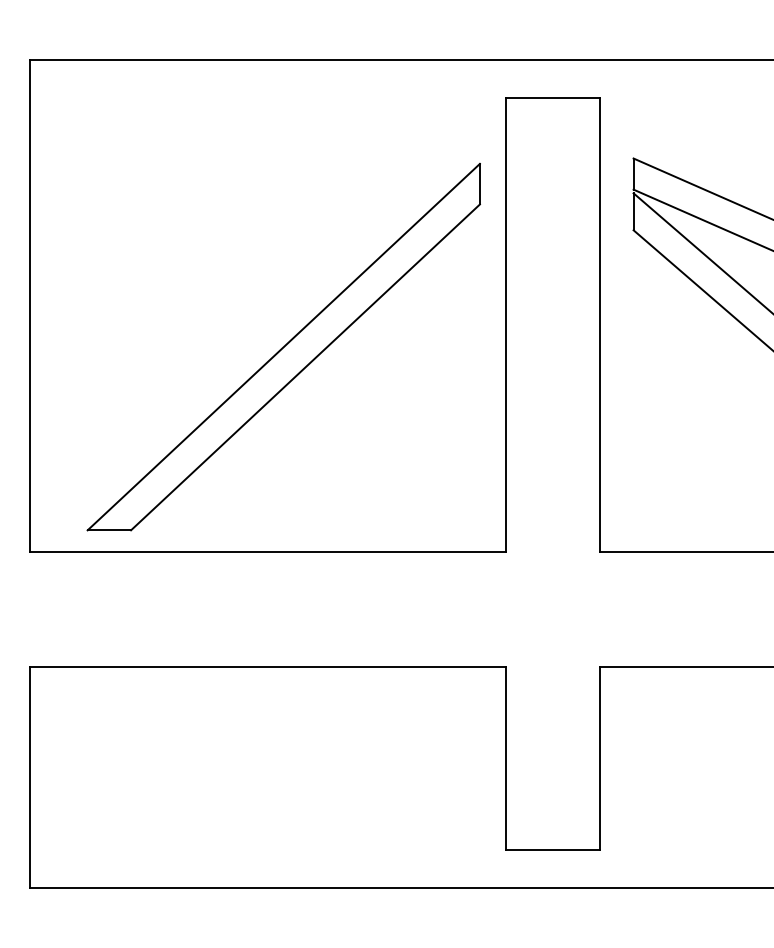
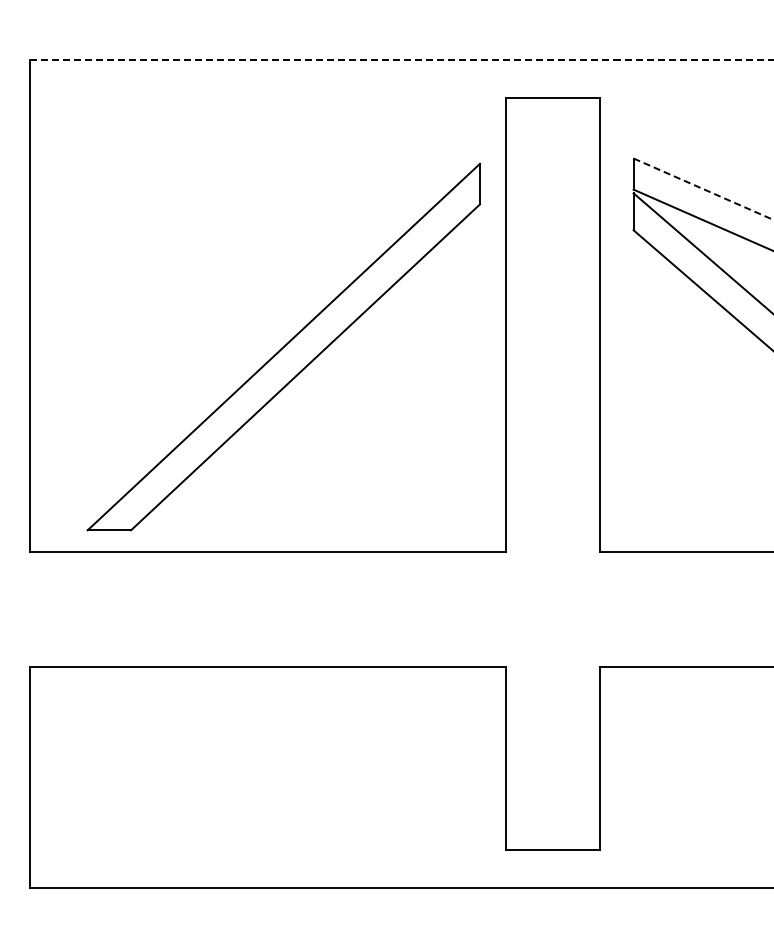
line at (402, 60): solid -> dashed
line at (704, 189): solid -> dashed
